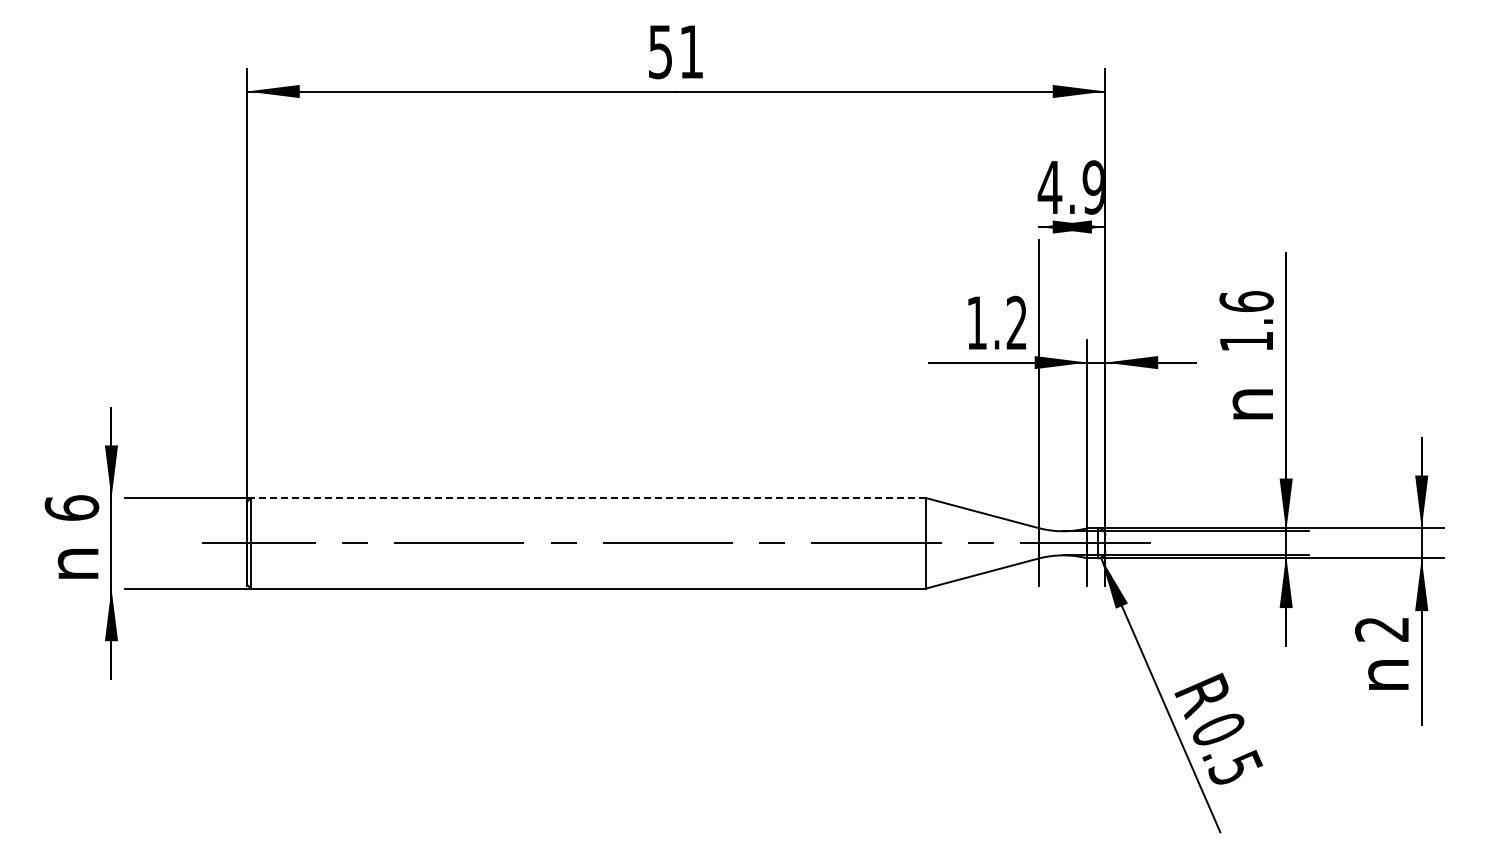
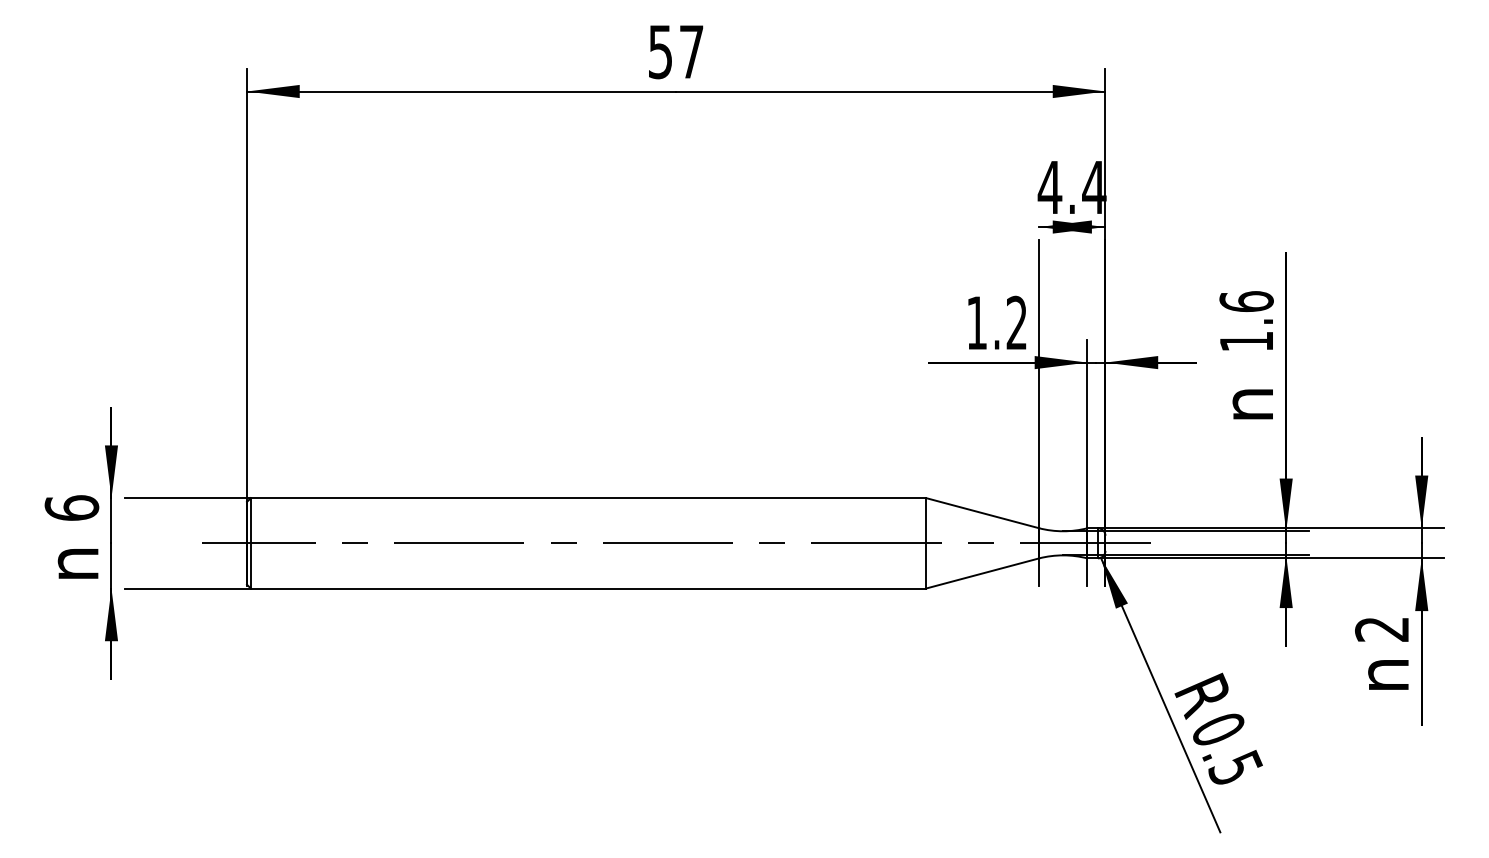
text at (691, 51): 51 -> 57
text at (1094, 187): 4.9 -> 4.4
line at (588, 498): dashed -> solid
